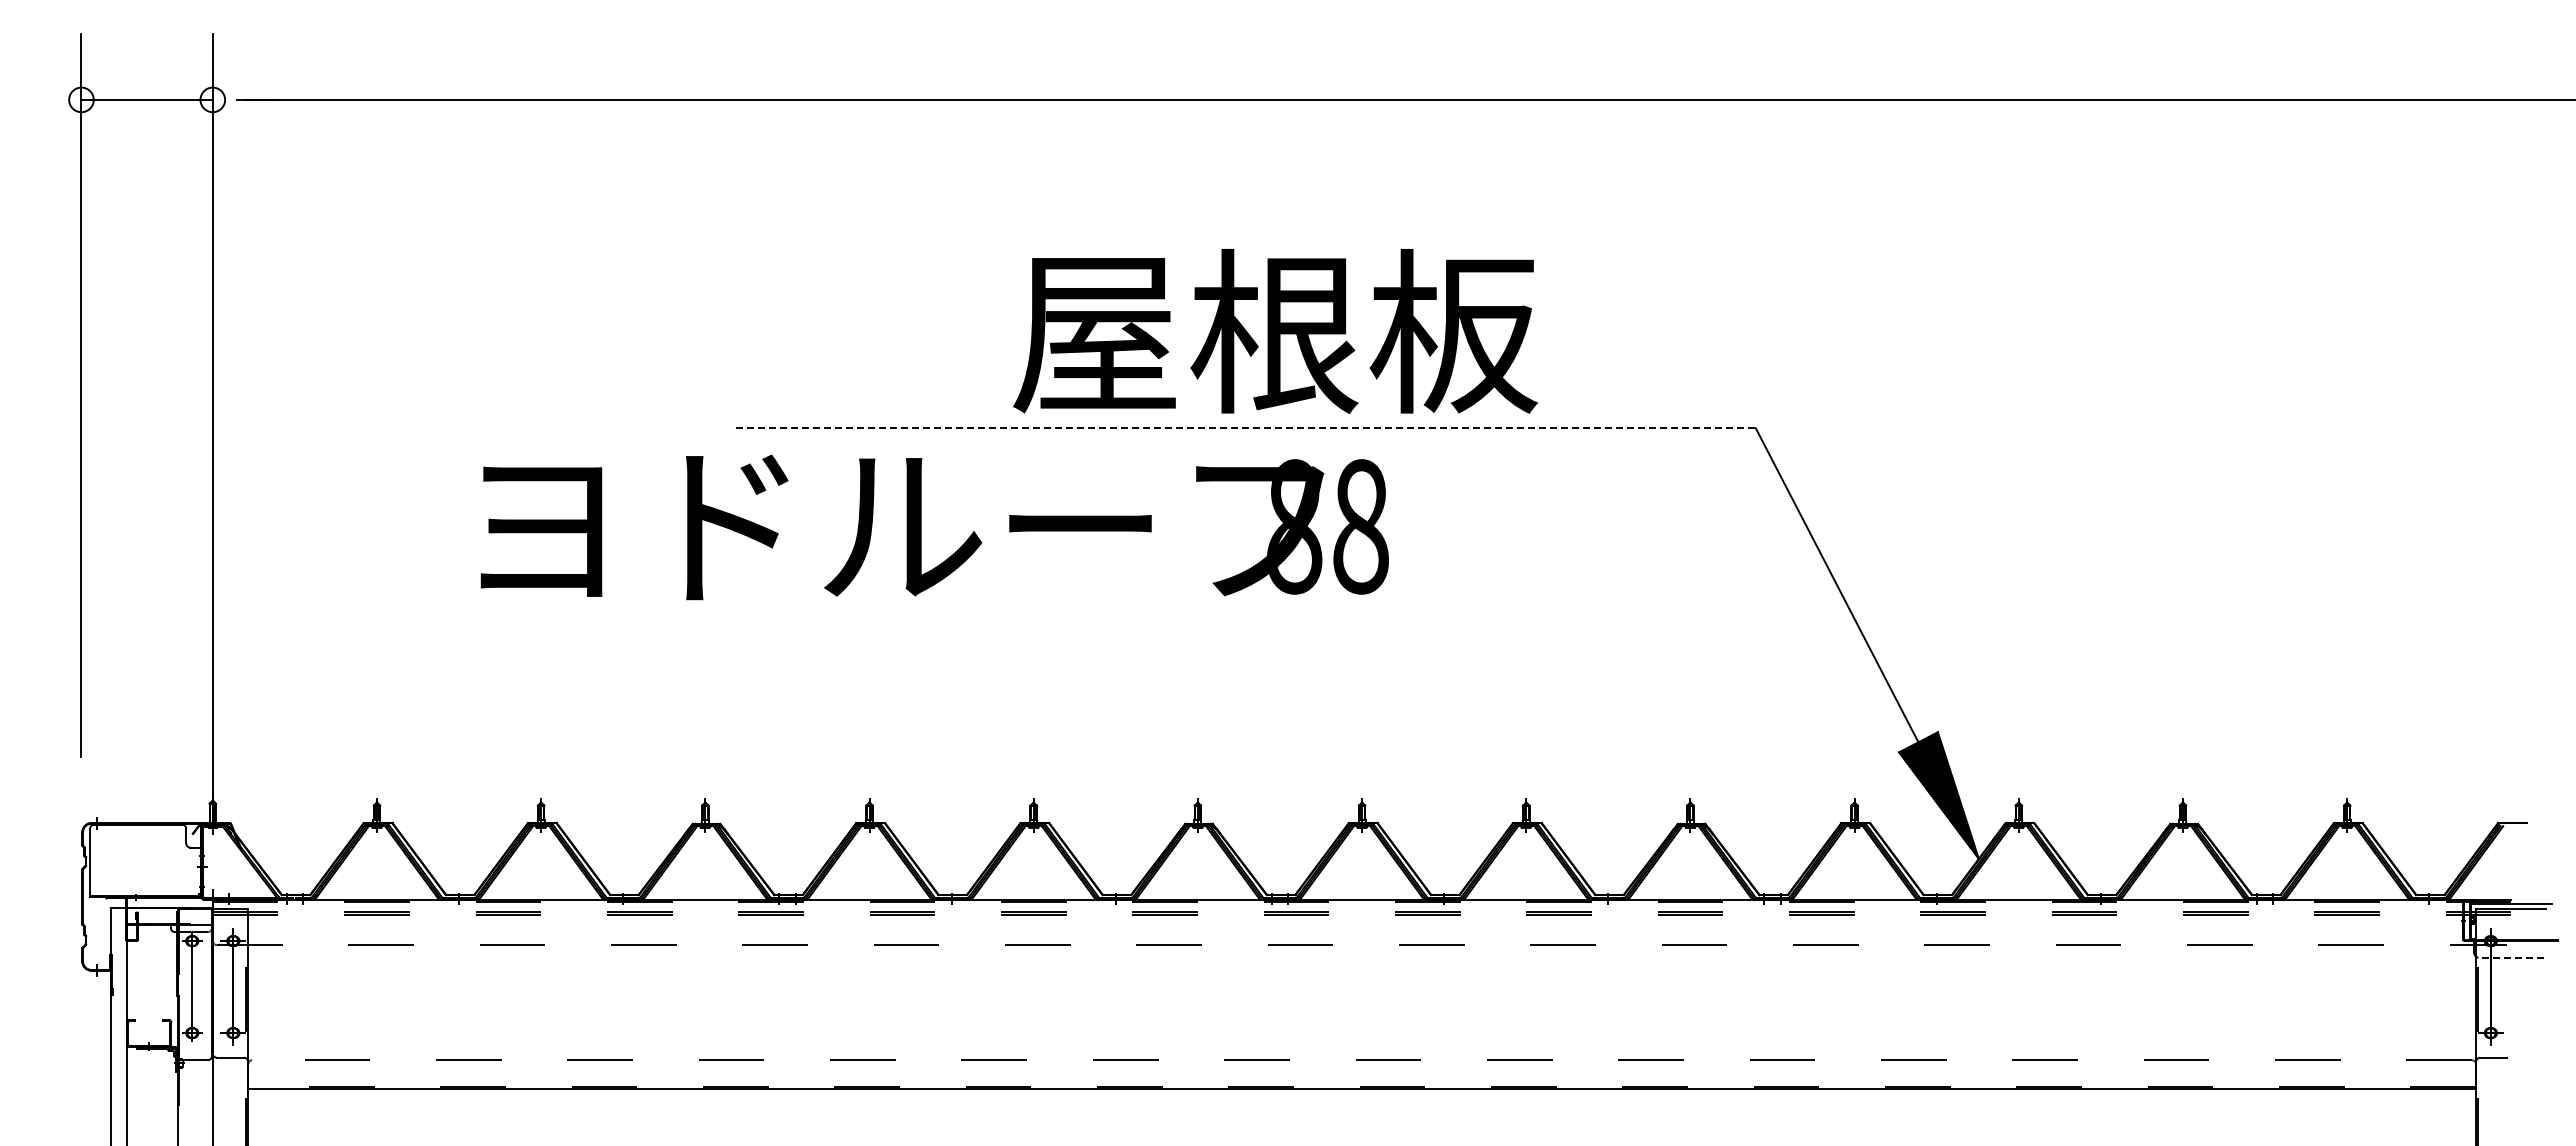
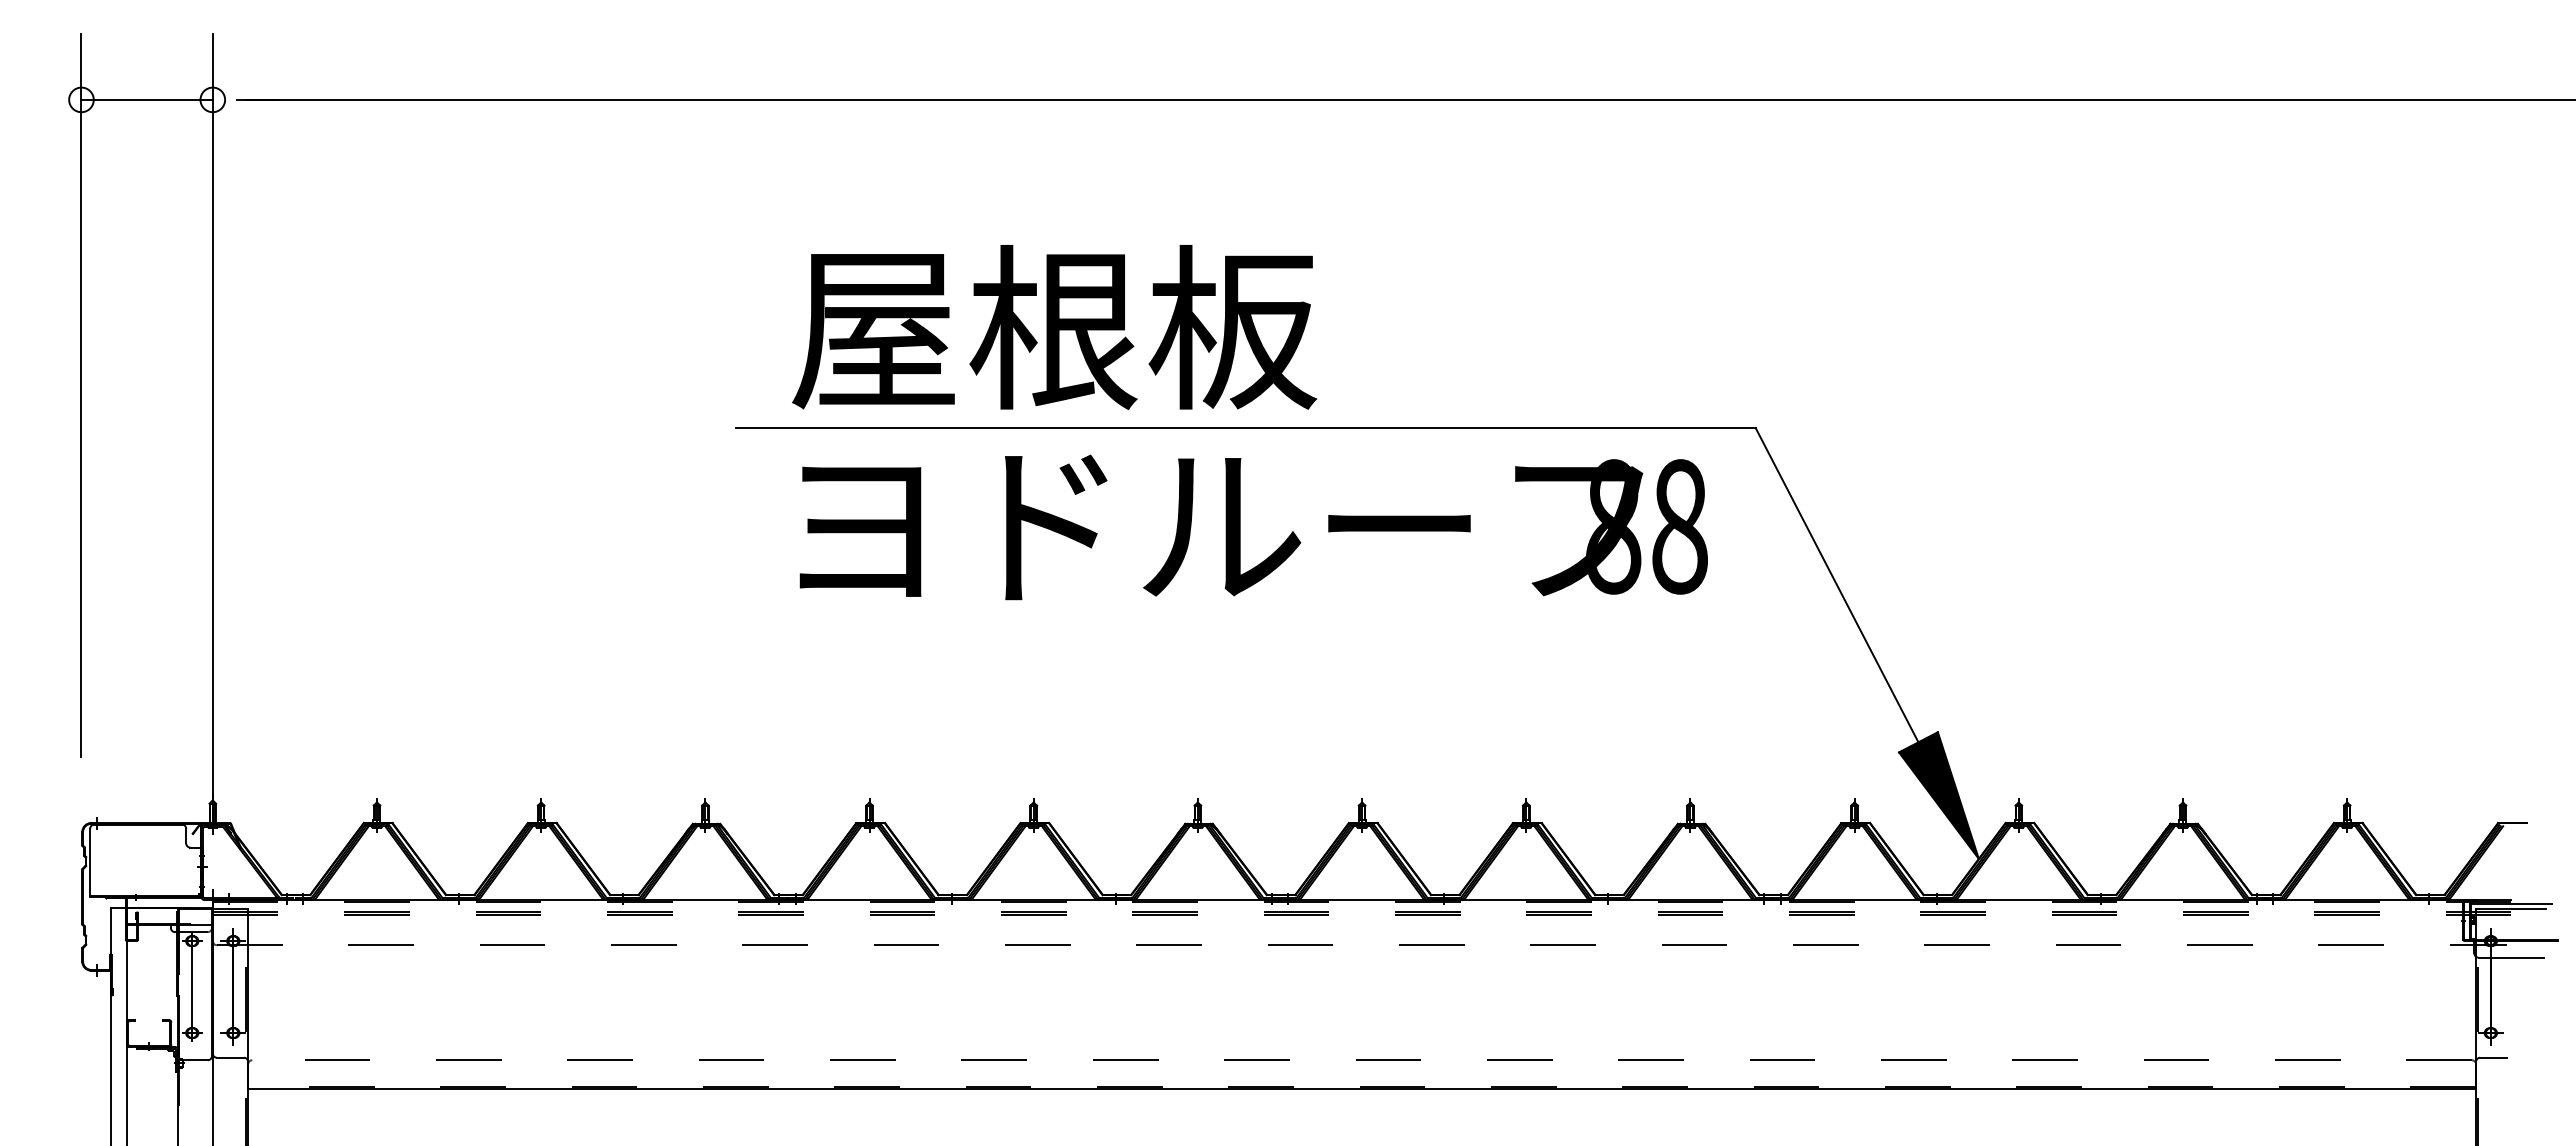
text at (1275, 331) position: (1275, 331) -> (1054, 327)
line at (1246, 428): dashed -> solid
text at (934, 527) position: (934, 527) -> (1253, 527)
line at (2511, 957): dashed -> solid
